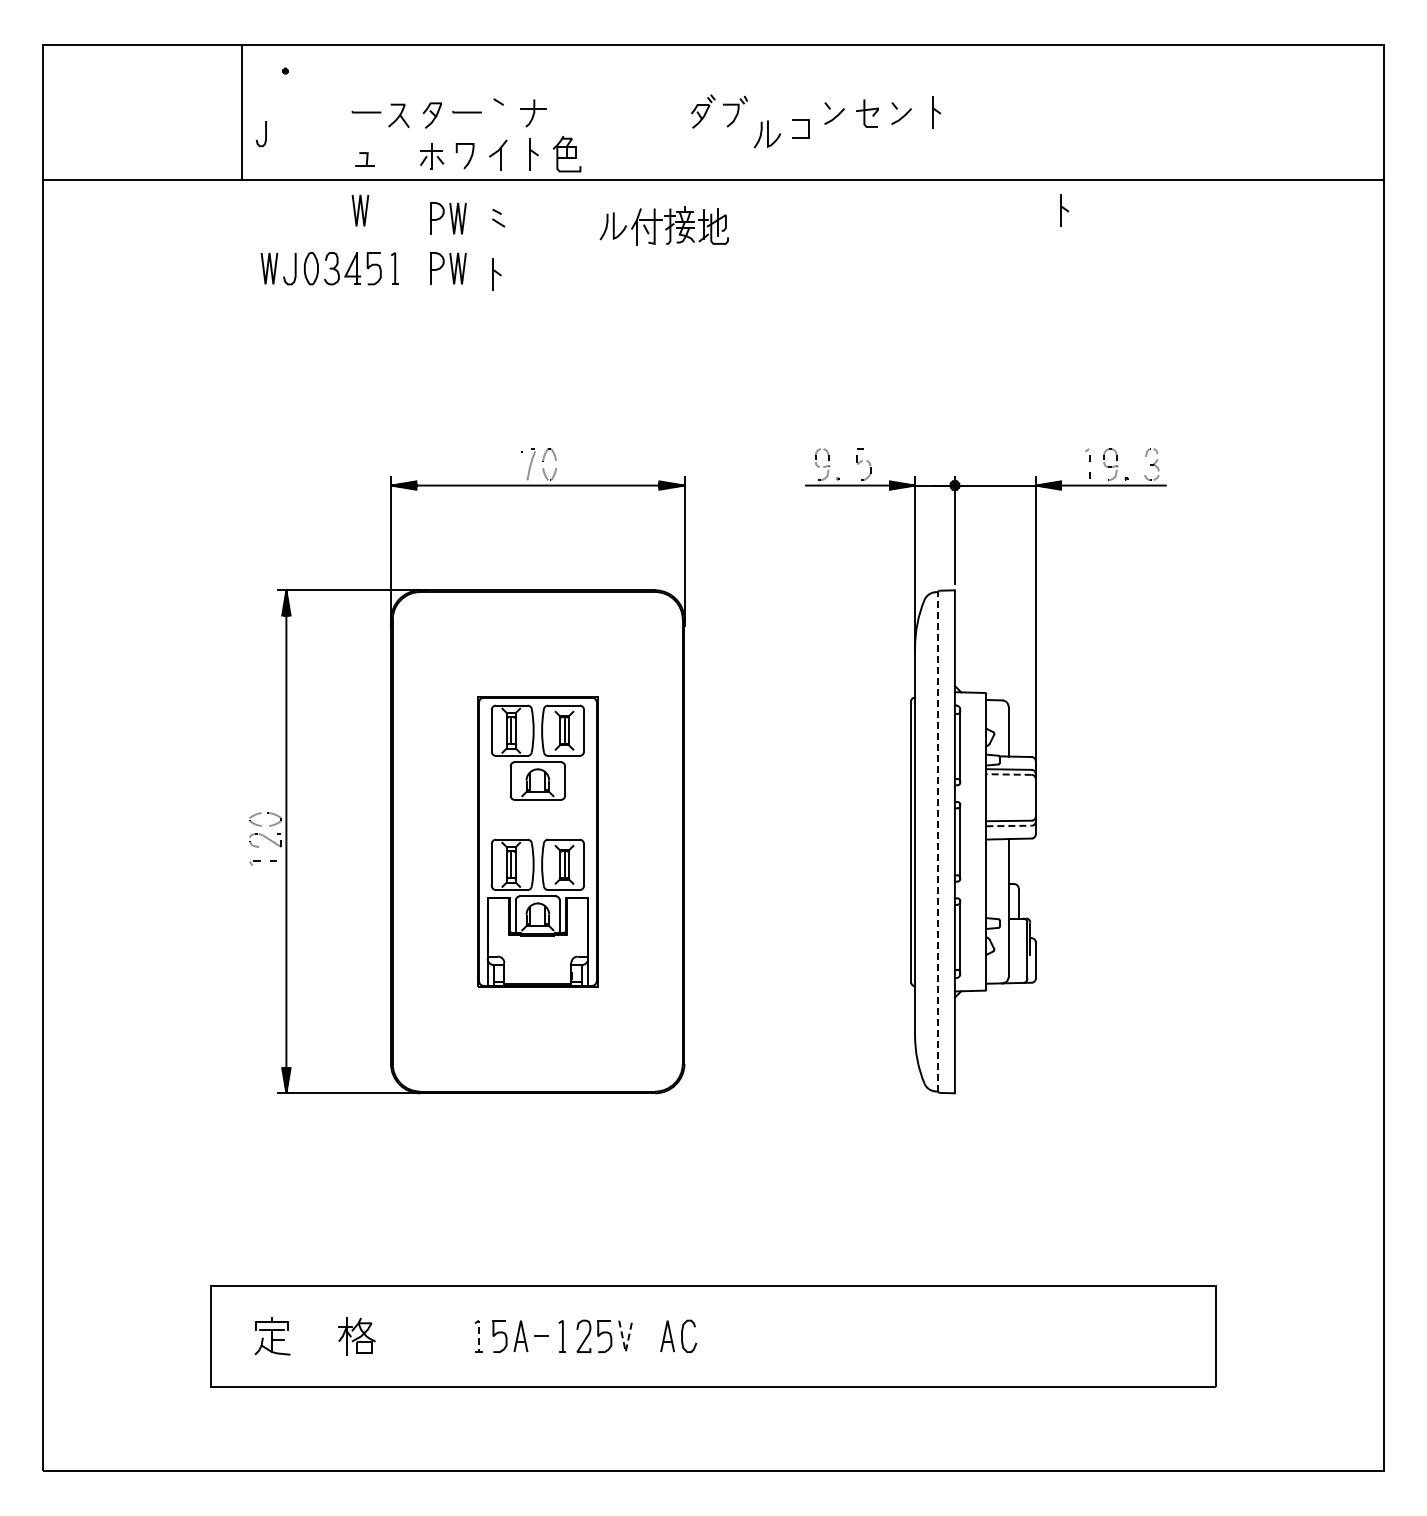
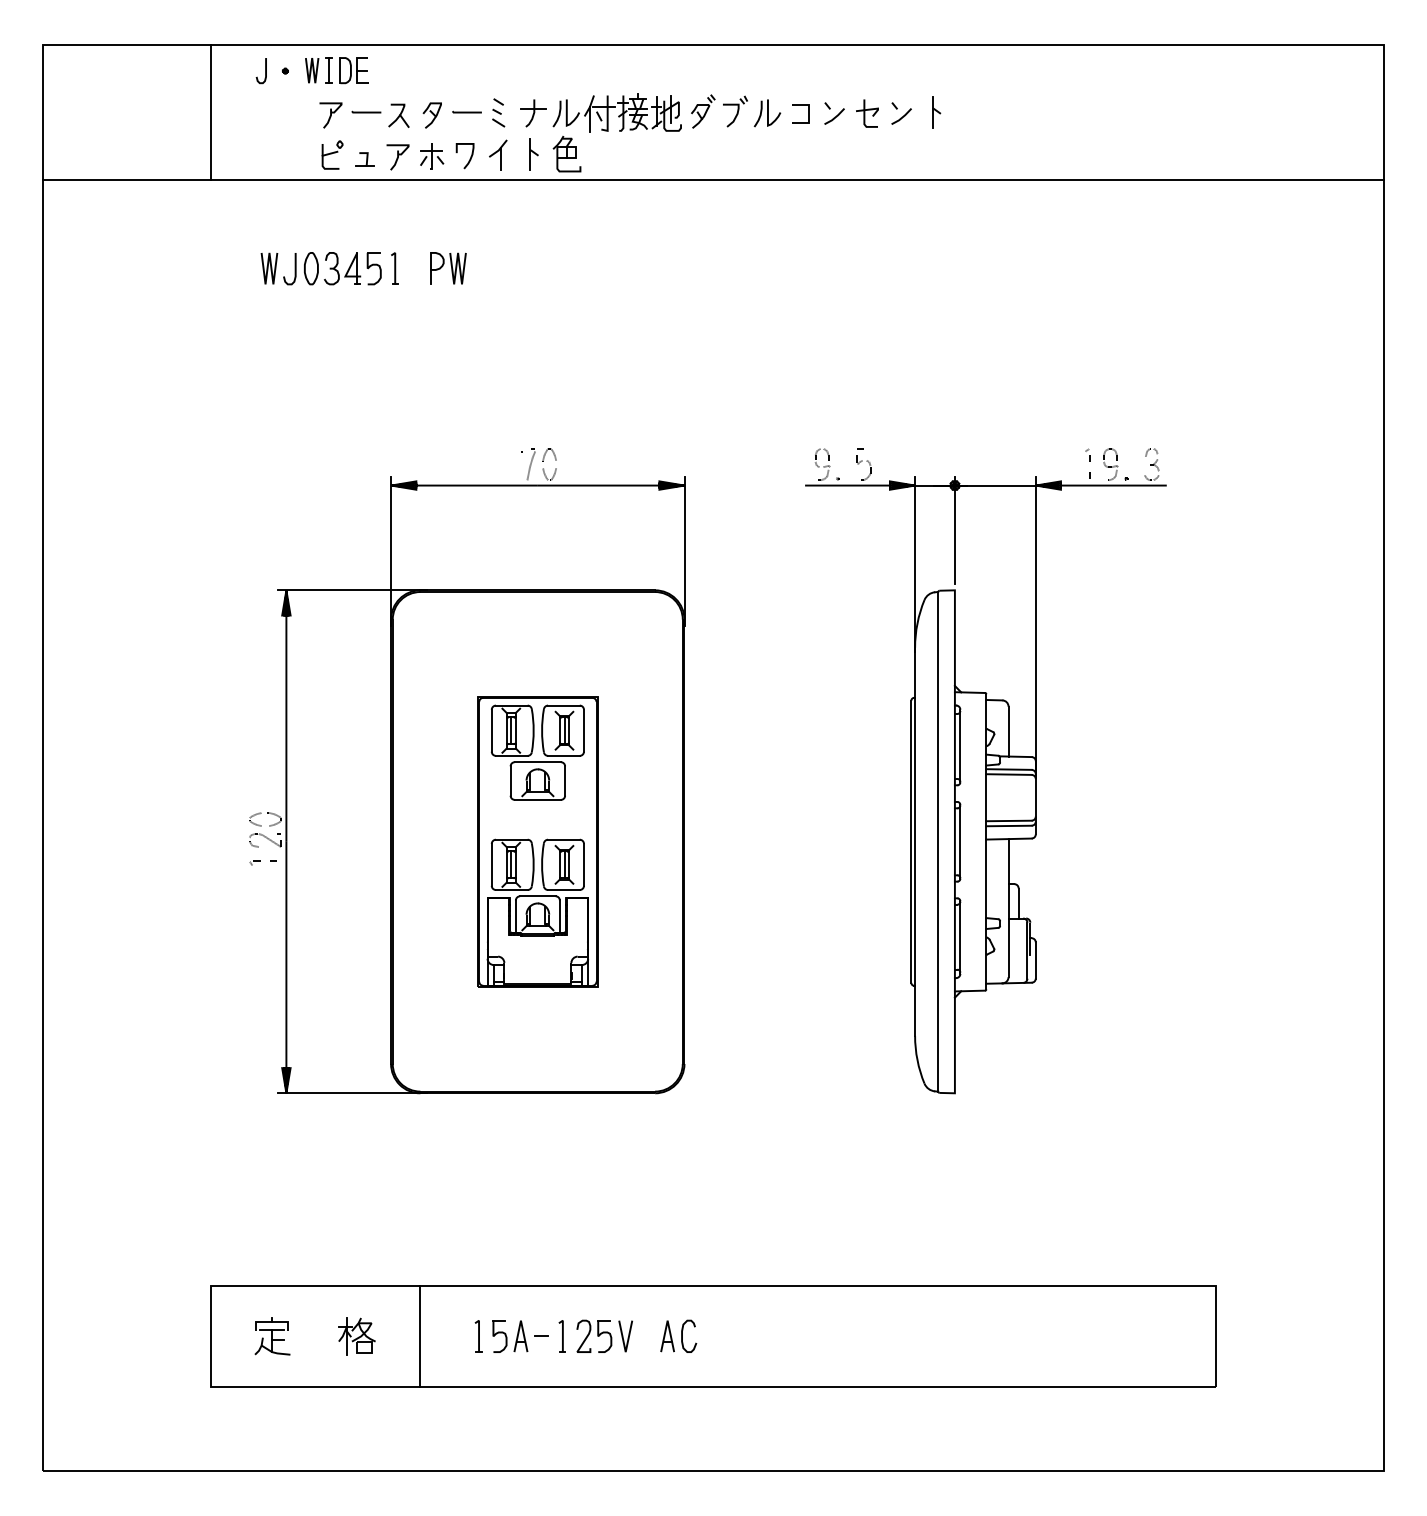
part at (336, 70): none -> present
line at (241, 112) position: (241, 112) -> (210, 112)
part at (330, 115): none -> present
line at (800, 120) position: (800, 120) -> (800, 105)
curve at (265, 134) position: (265, 134) -> (265, 71)
part at (767, 134) position: (767, 134) -> (767, 113)
part at (332, 154): none -> present
part at (397, 157): none -> present
line at (359, 210): present -> none
part at (1064, 210): present -> none
part at (498, 217) position: (498, 217) -> (498, 117)
part at (448, 218): present -> none
part at (663, 225) position: (663, 225) -> (616, 112)
part at (496, 274): present -> none
line at (1009, 774): dashed -> solid
line at (1009, 826): dashed -> solid
line at (938, 841): dashed -> solid
line at (479, 1333): dashed -> solid
line at (420, 1336): none -> present
line at (625, 1352): dashed -> solid
